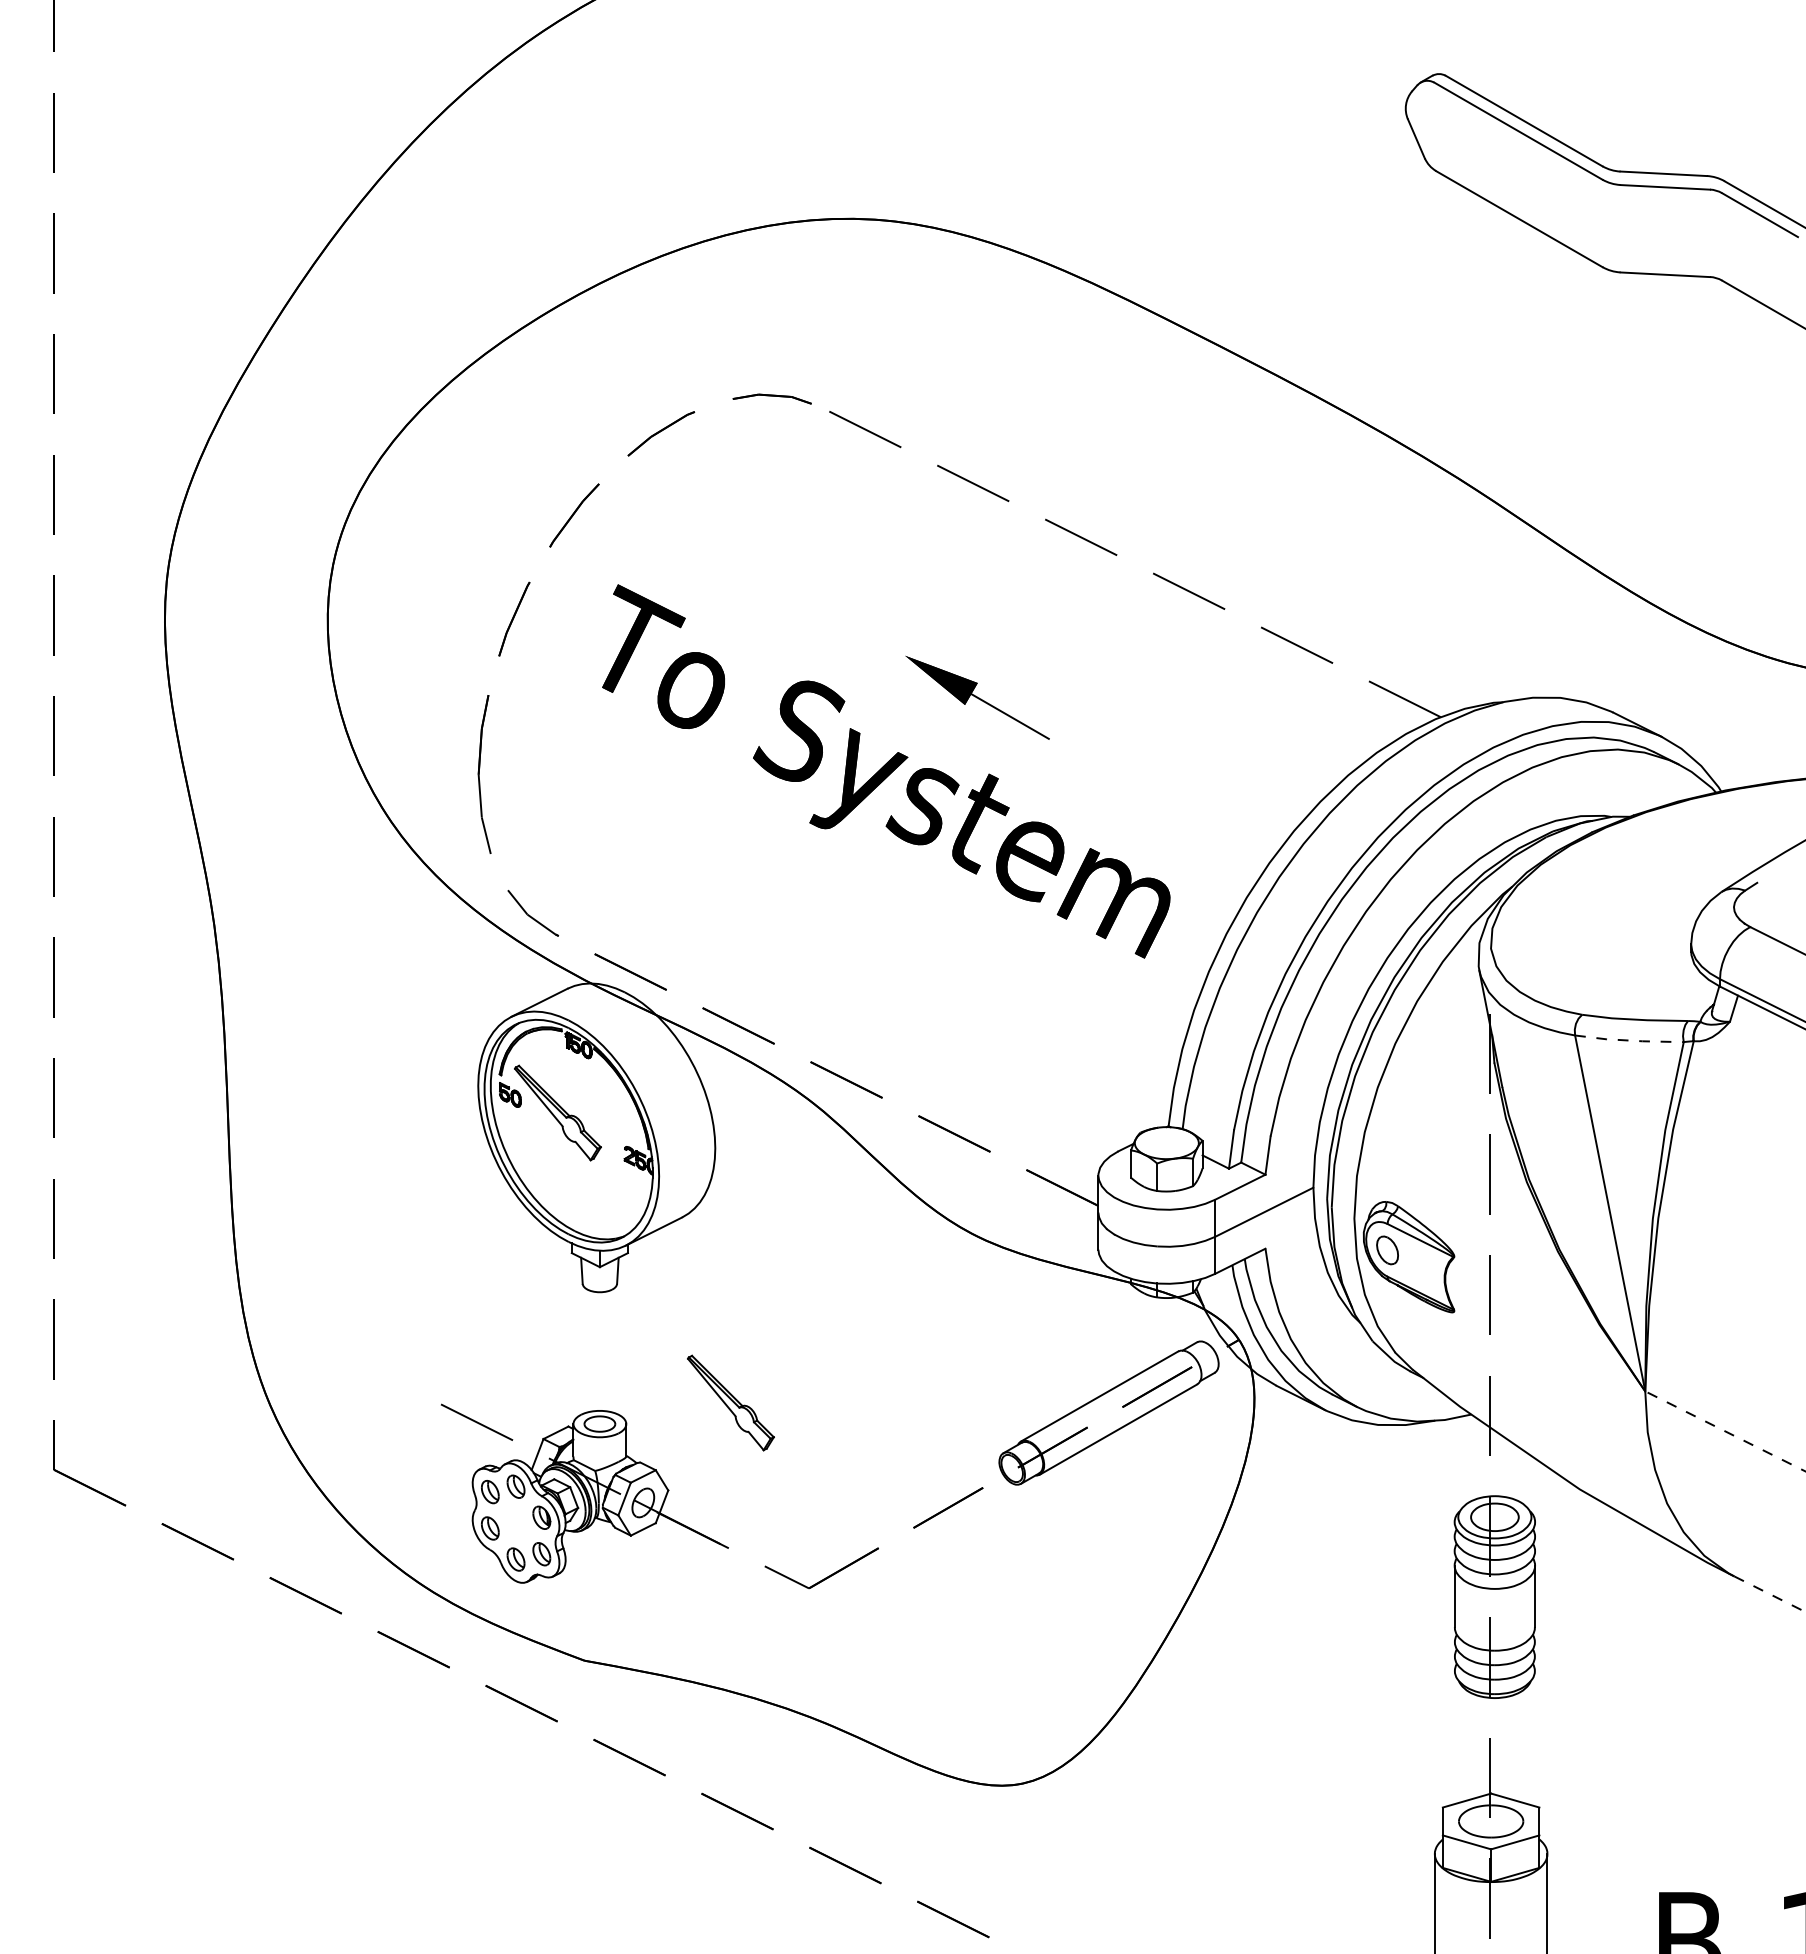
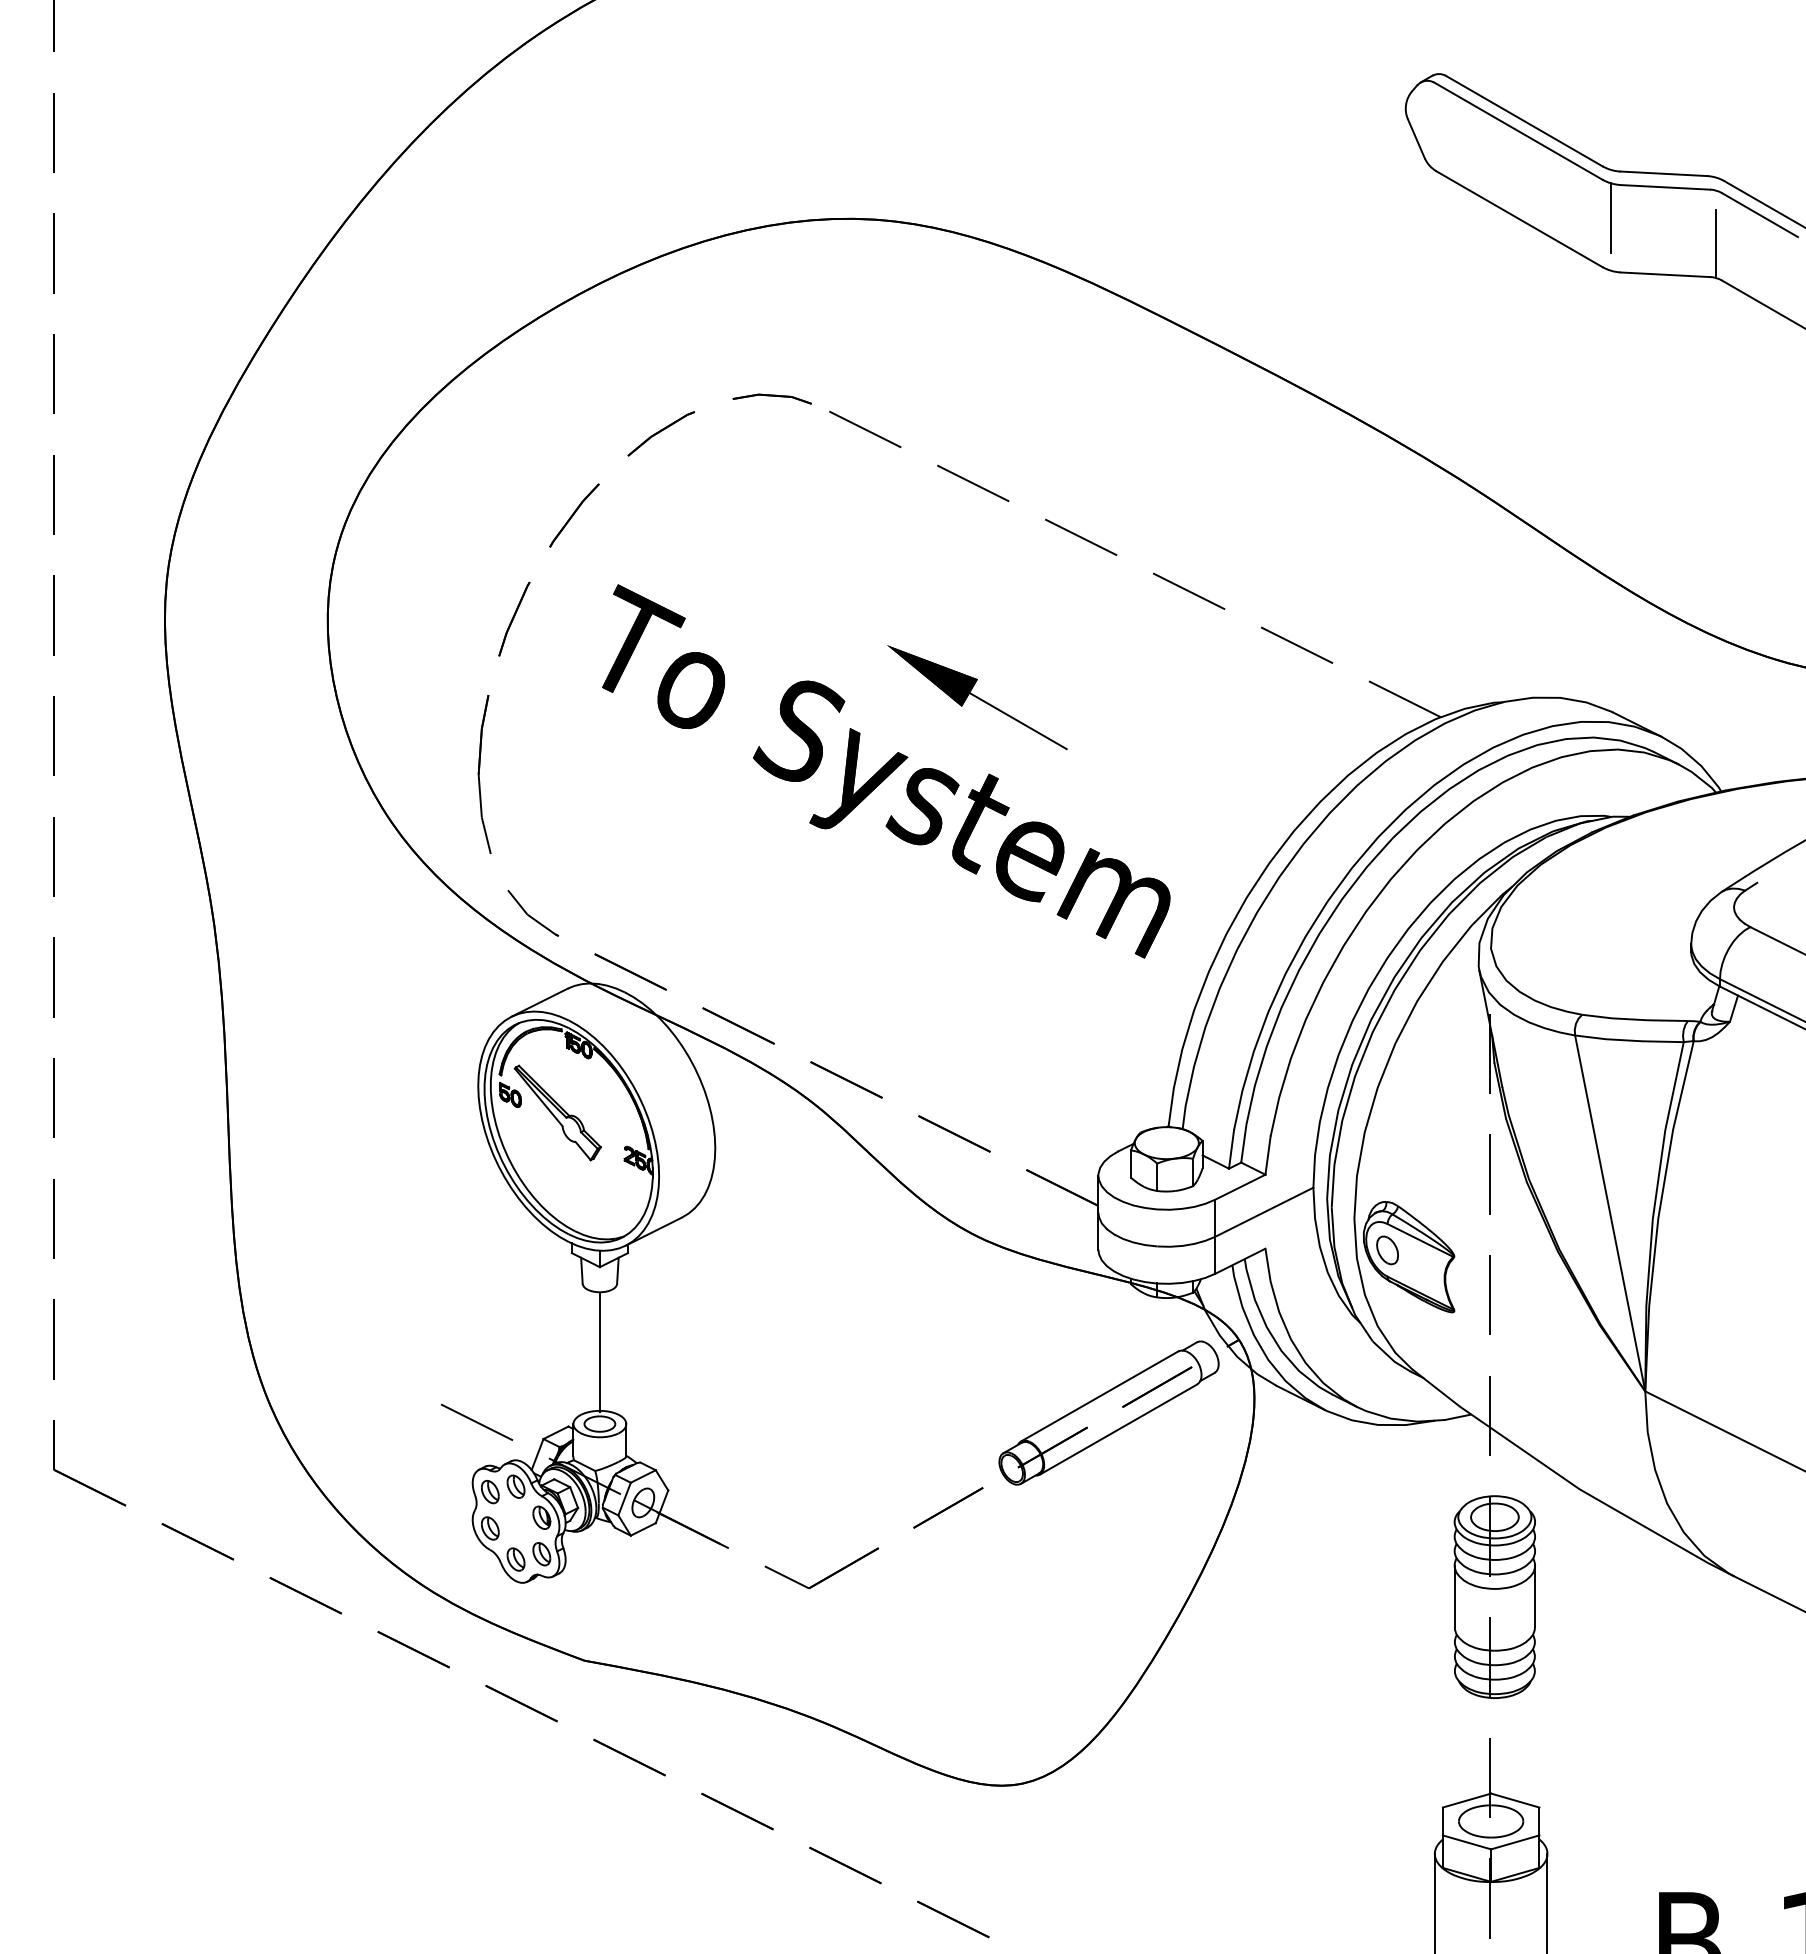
line at (1611, 217): none -> present
line at (1716, 244): none -> present
part at (977, 697) size: 145x85 px -> 181x106 px
line at (1629, 1040): dashed -> solid
line at (599, 1361): none -> present
part at (730, 1402): present -> none
line at (1725, 1431): dashed -> solid
line at (1769, 1594): dashed -> solid
